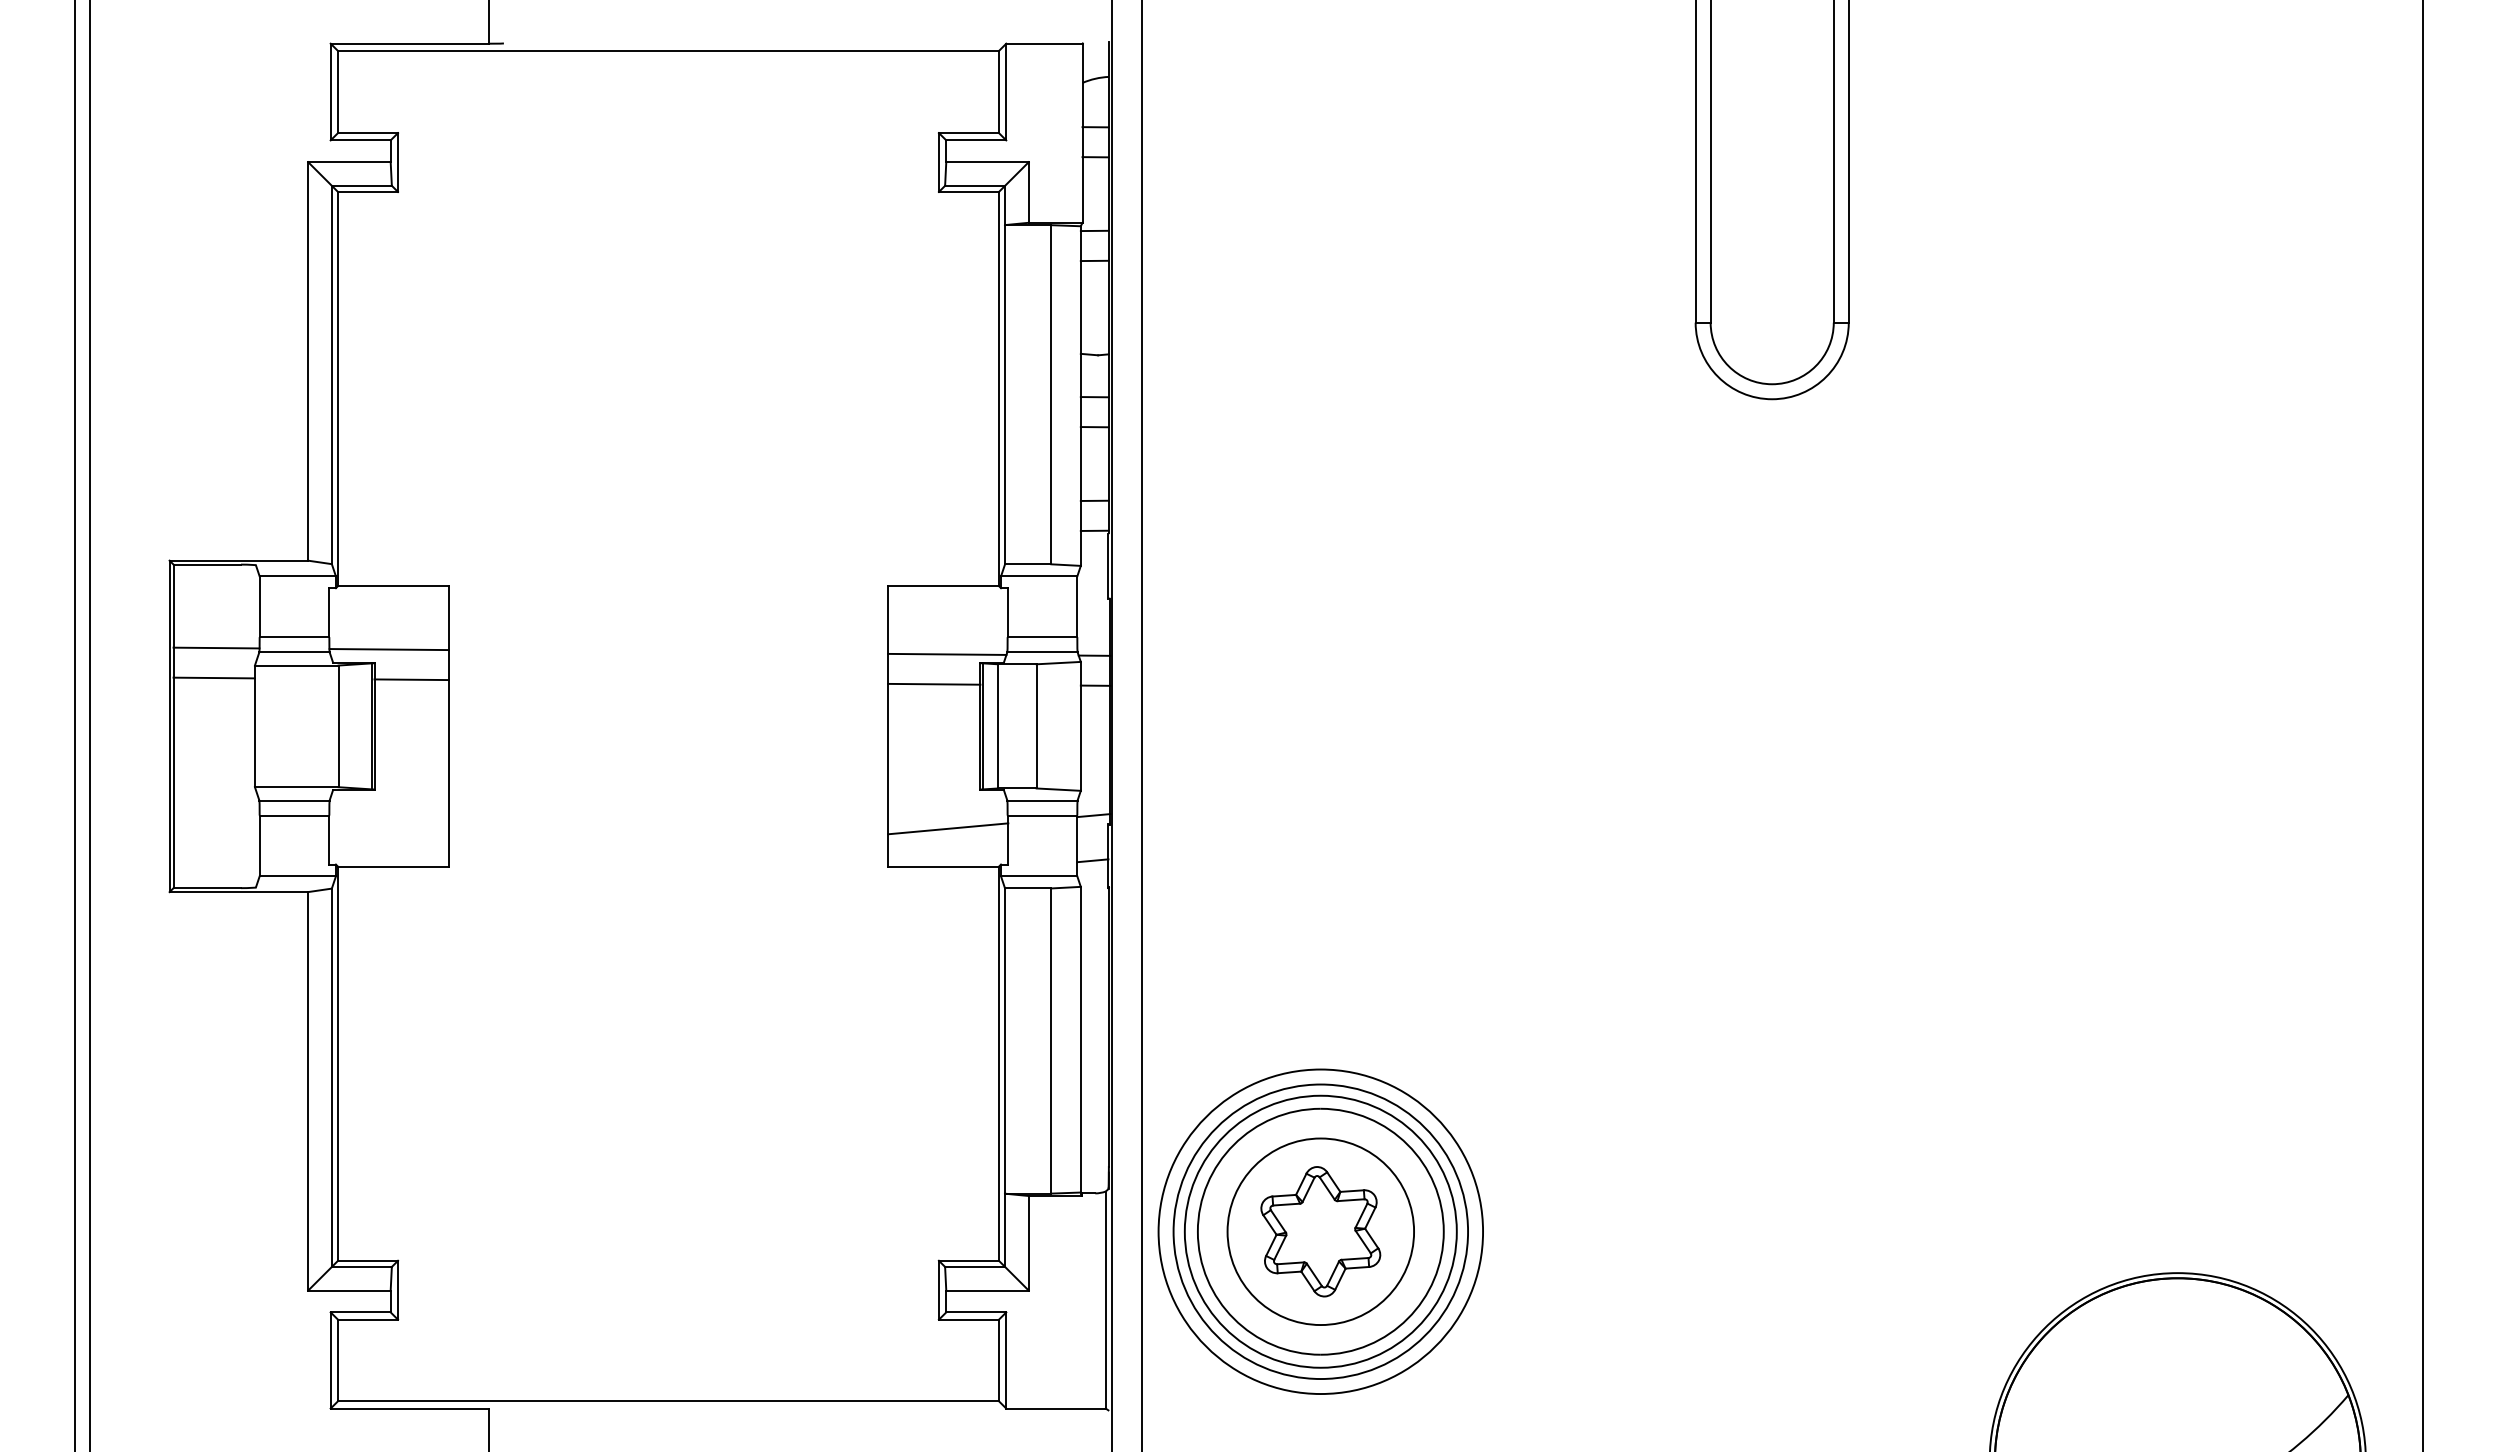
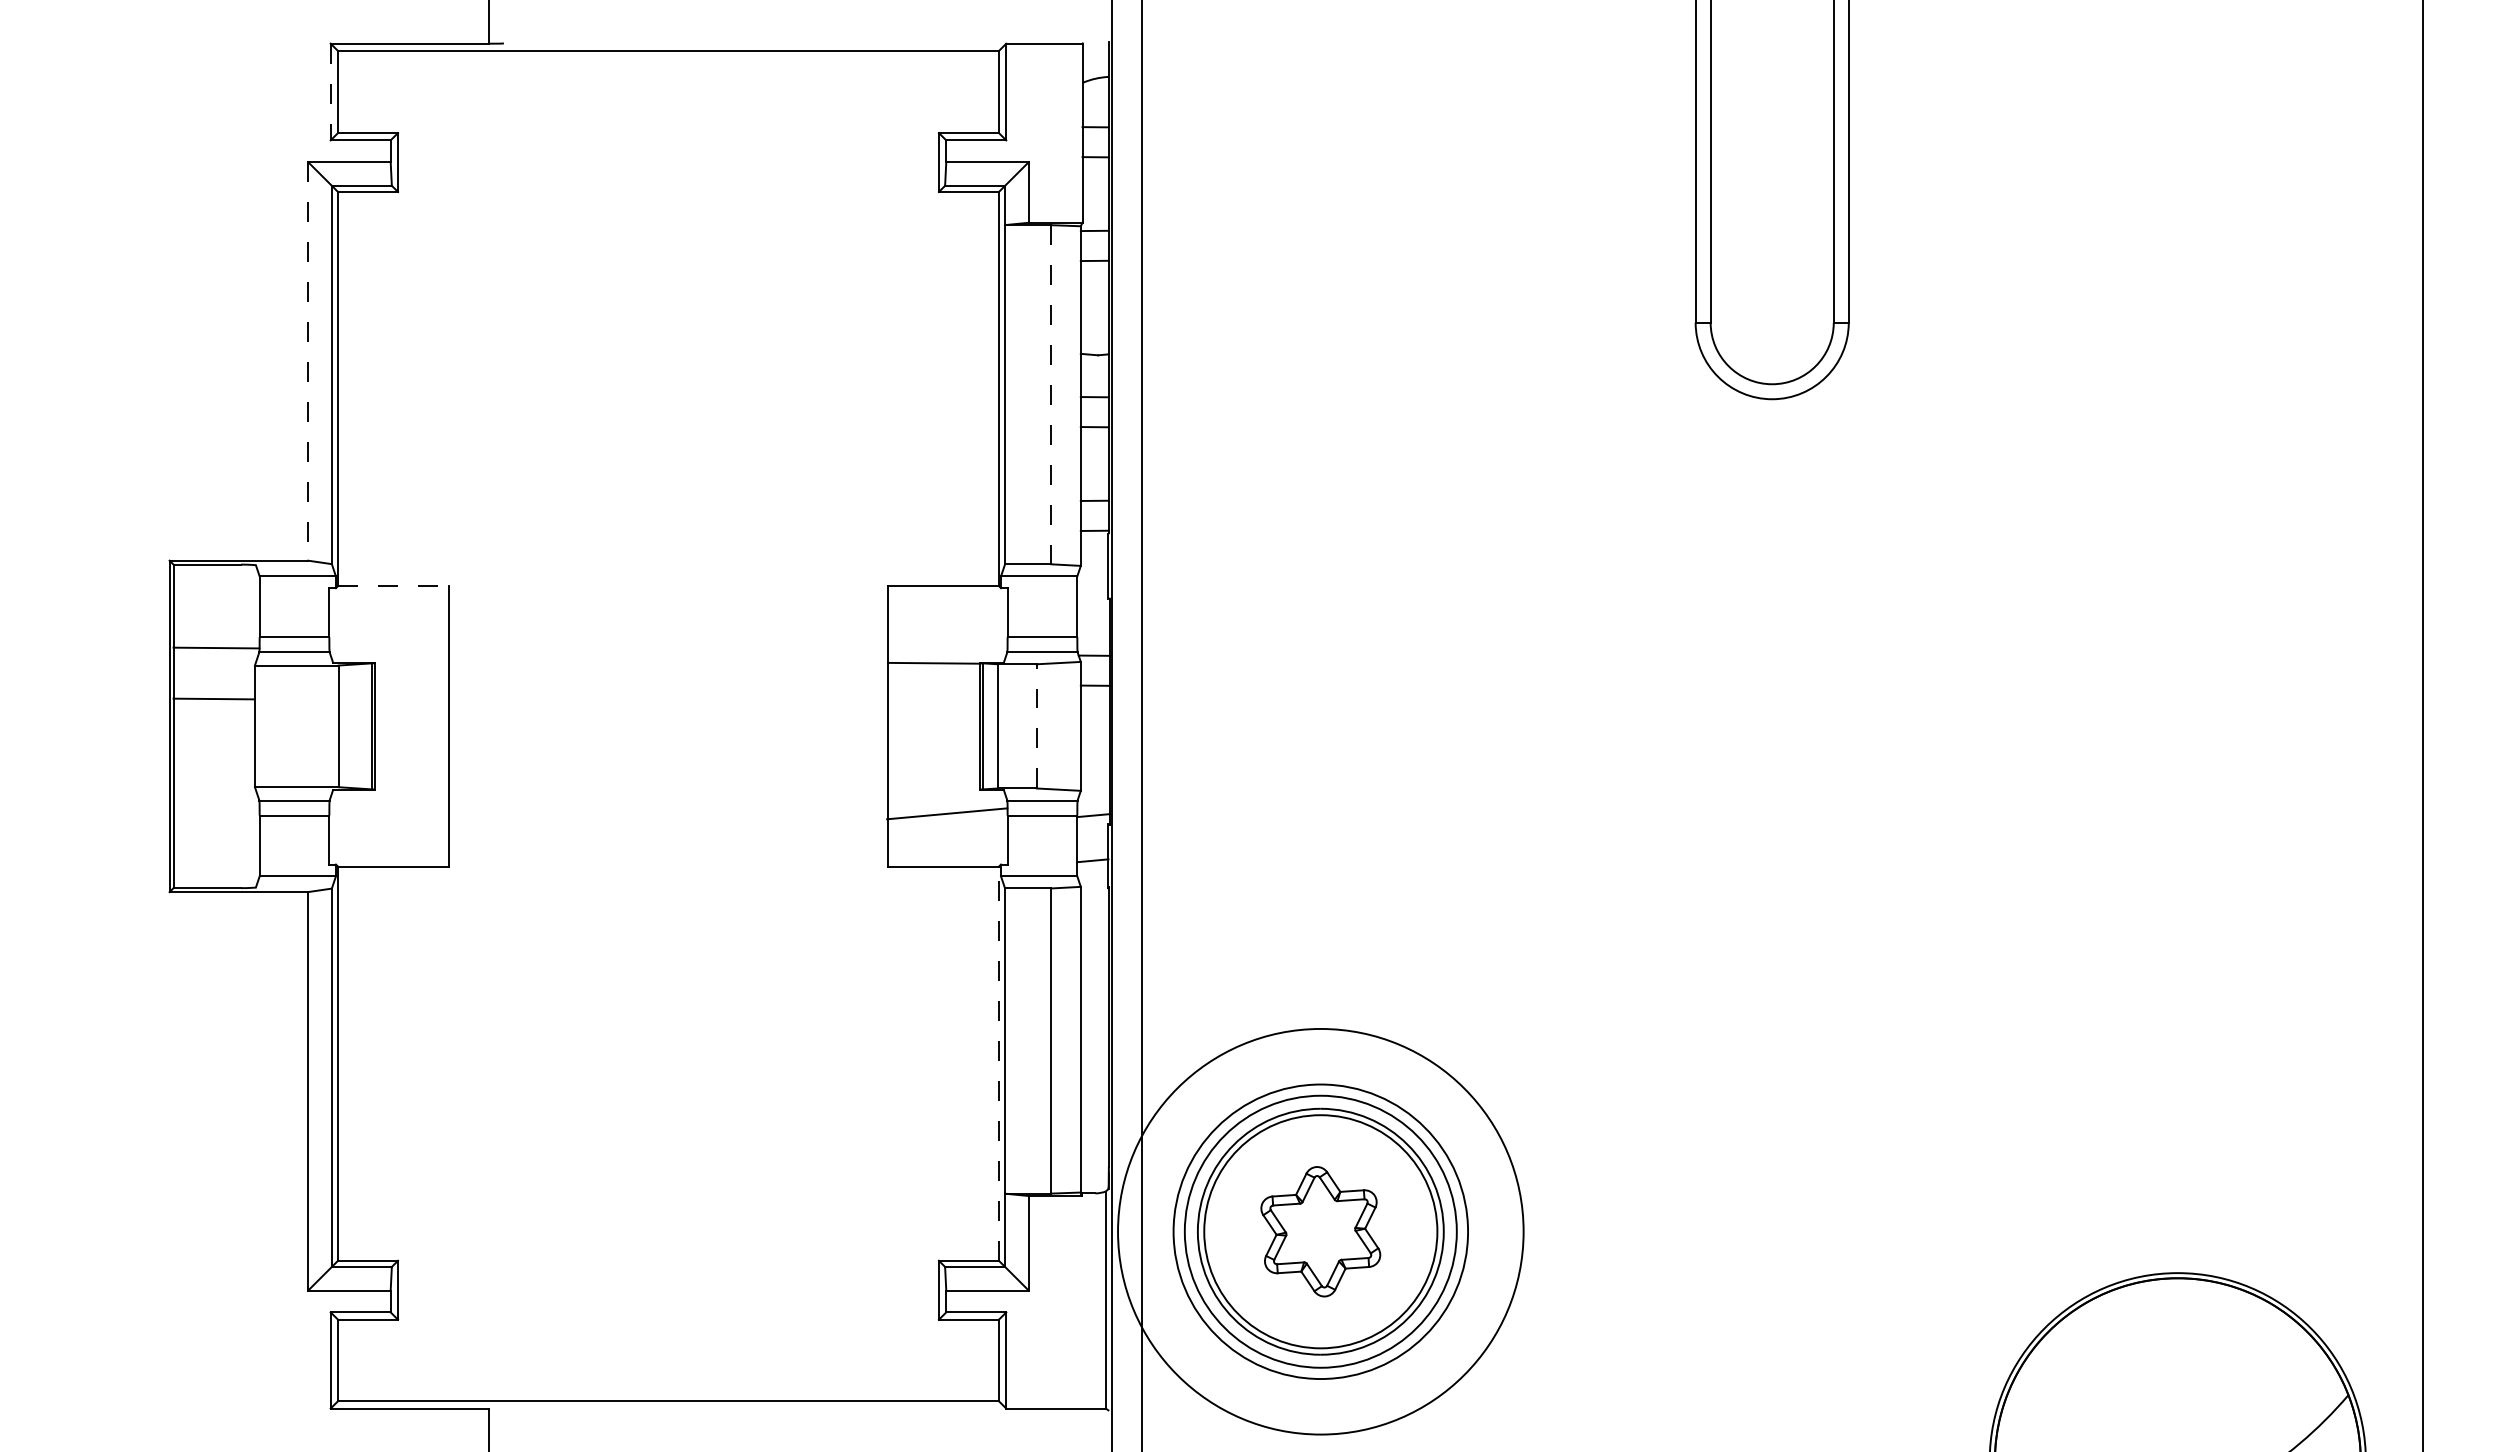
line at (330, 92): solid -> dashed
line at (308, 361): solid -> dashed
line at (1051, 394): solid -> dashed
line at (393, 586): solid -> dashed
line at (388, 649): present -> none
line at (947, 653): present -> none
line at (213, 677) position: (213, 677) -> (213, 698)
line at (411, 679): present -> none
line at (934, 683) position: (934, 683) -> (934, 662)
line at (74, 725): present -> none
line at (89, 725): present -> none
line at (1036, 725): solid -> dashed
line at (948, 828) position: (948, 828) -> (947, 813)
line at (998, 1063): solid -> dashed
circle at (1320, 1231) diameter: 187 px -> 233 px
circle at (1320, 1231) diameter: 324 px -> 406 px
